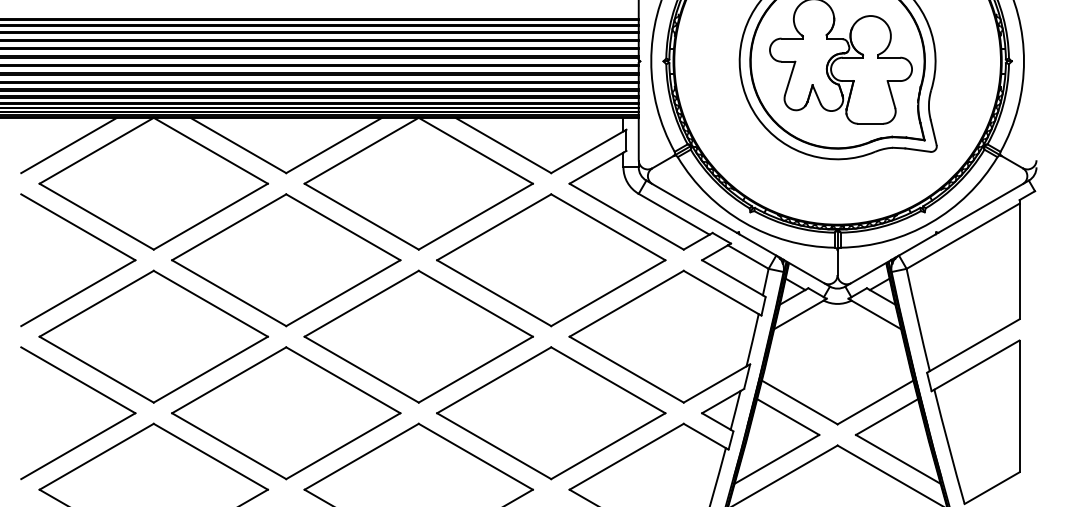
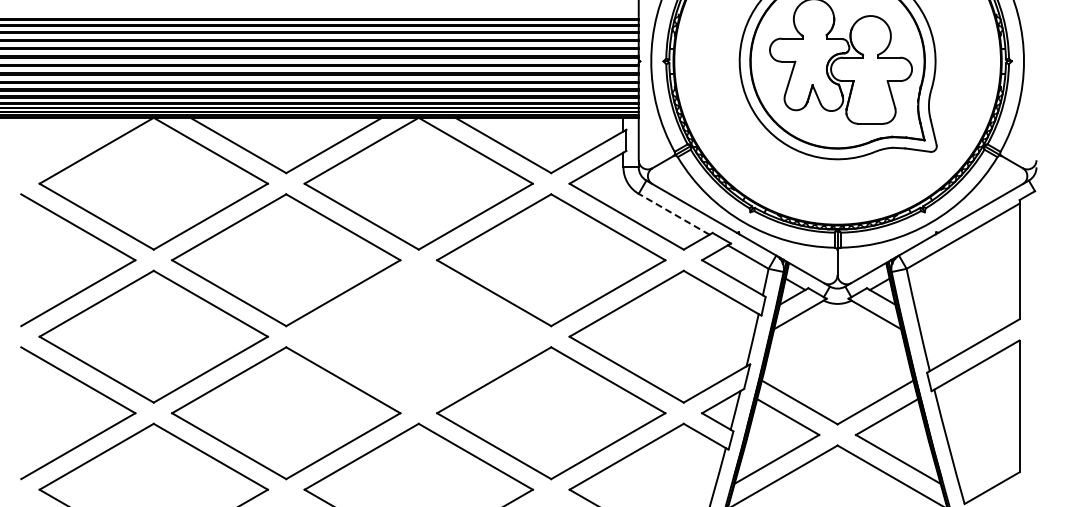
line at (68, 145): present -> none
line at (674, 214): solid -> dashed
part at (418, 336): present -> none
